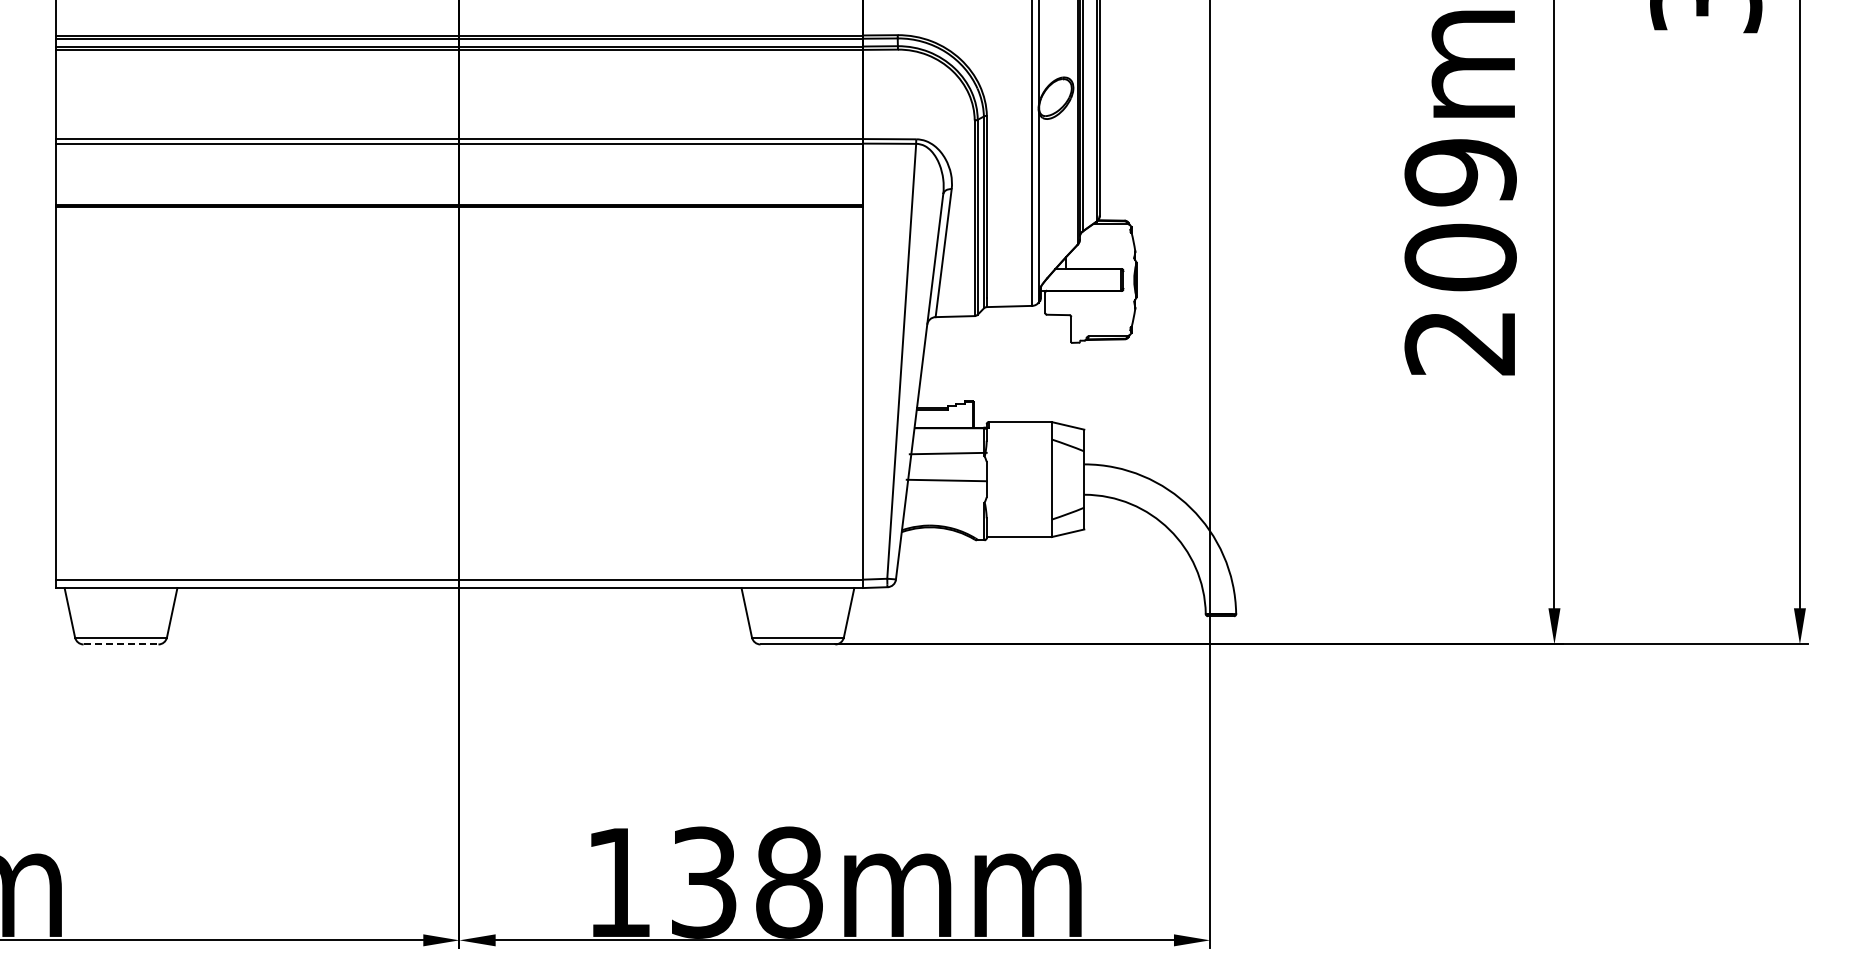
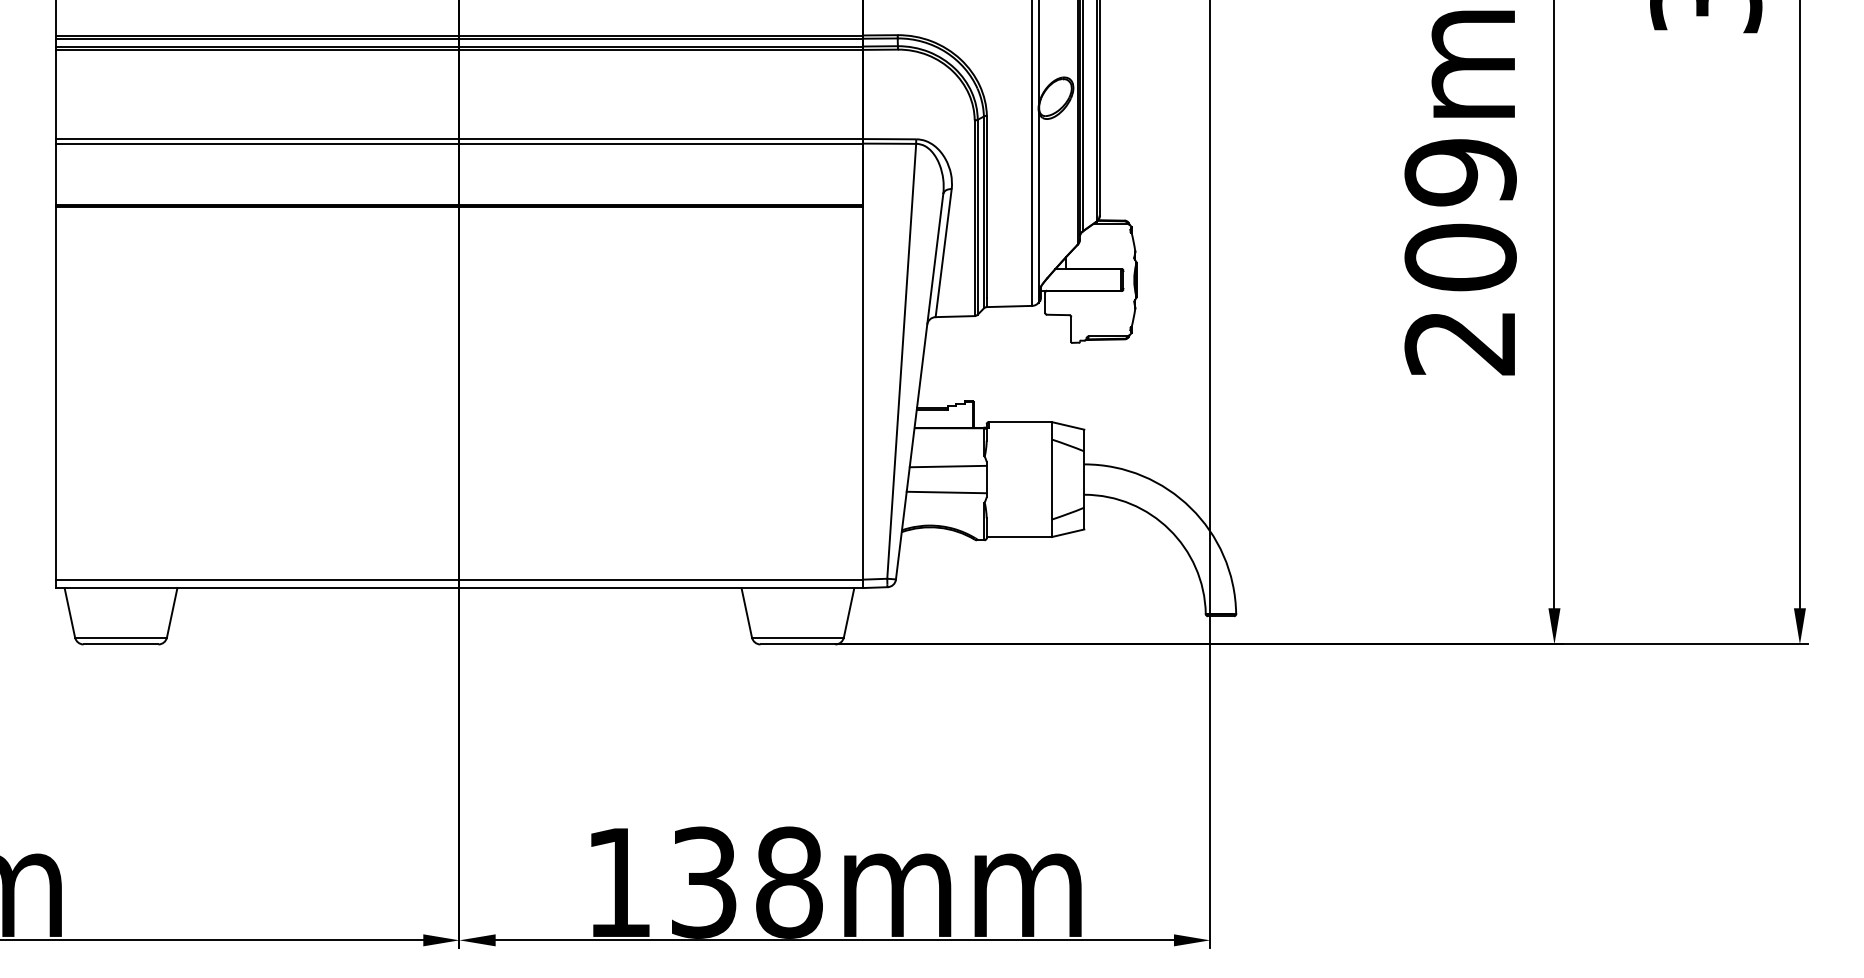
line at (947, 453) position: (947, 453) -> (947, 466)
line at (946, 480) position: (946, 480) -> (946, 492)
line at (121, 644): dashed -> solid
